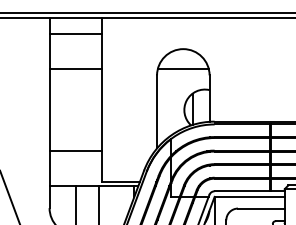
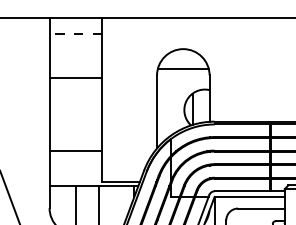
line at (147, 13): present -> none
line at (75, 34): solid -> dashed
line at (75, 69) position: (75, 69) -> (75, 78)
